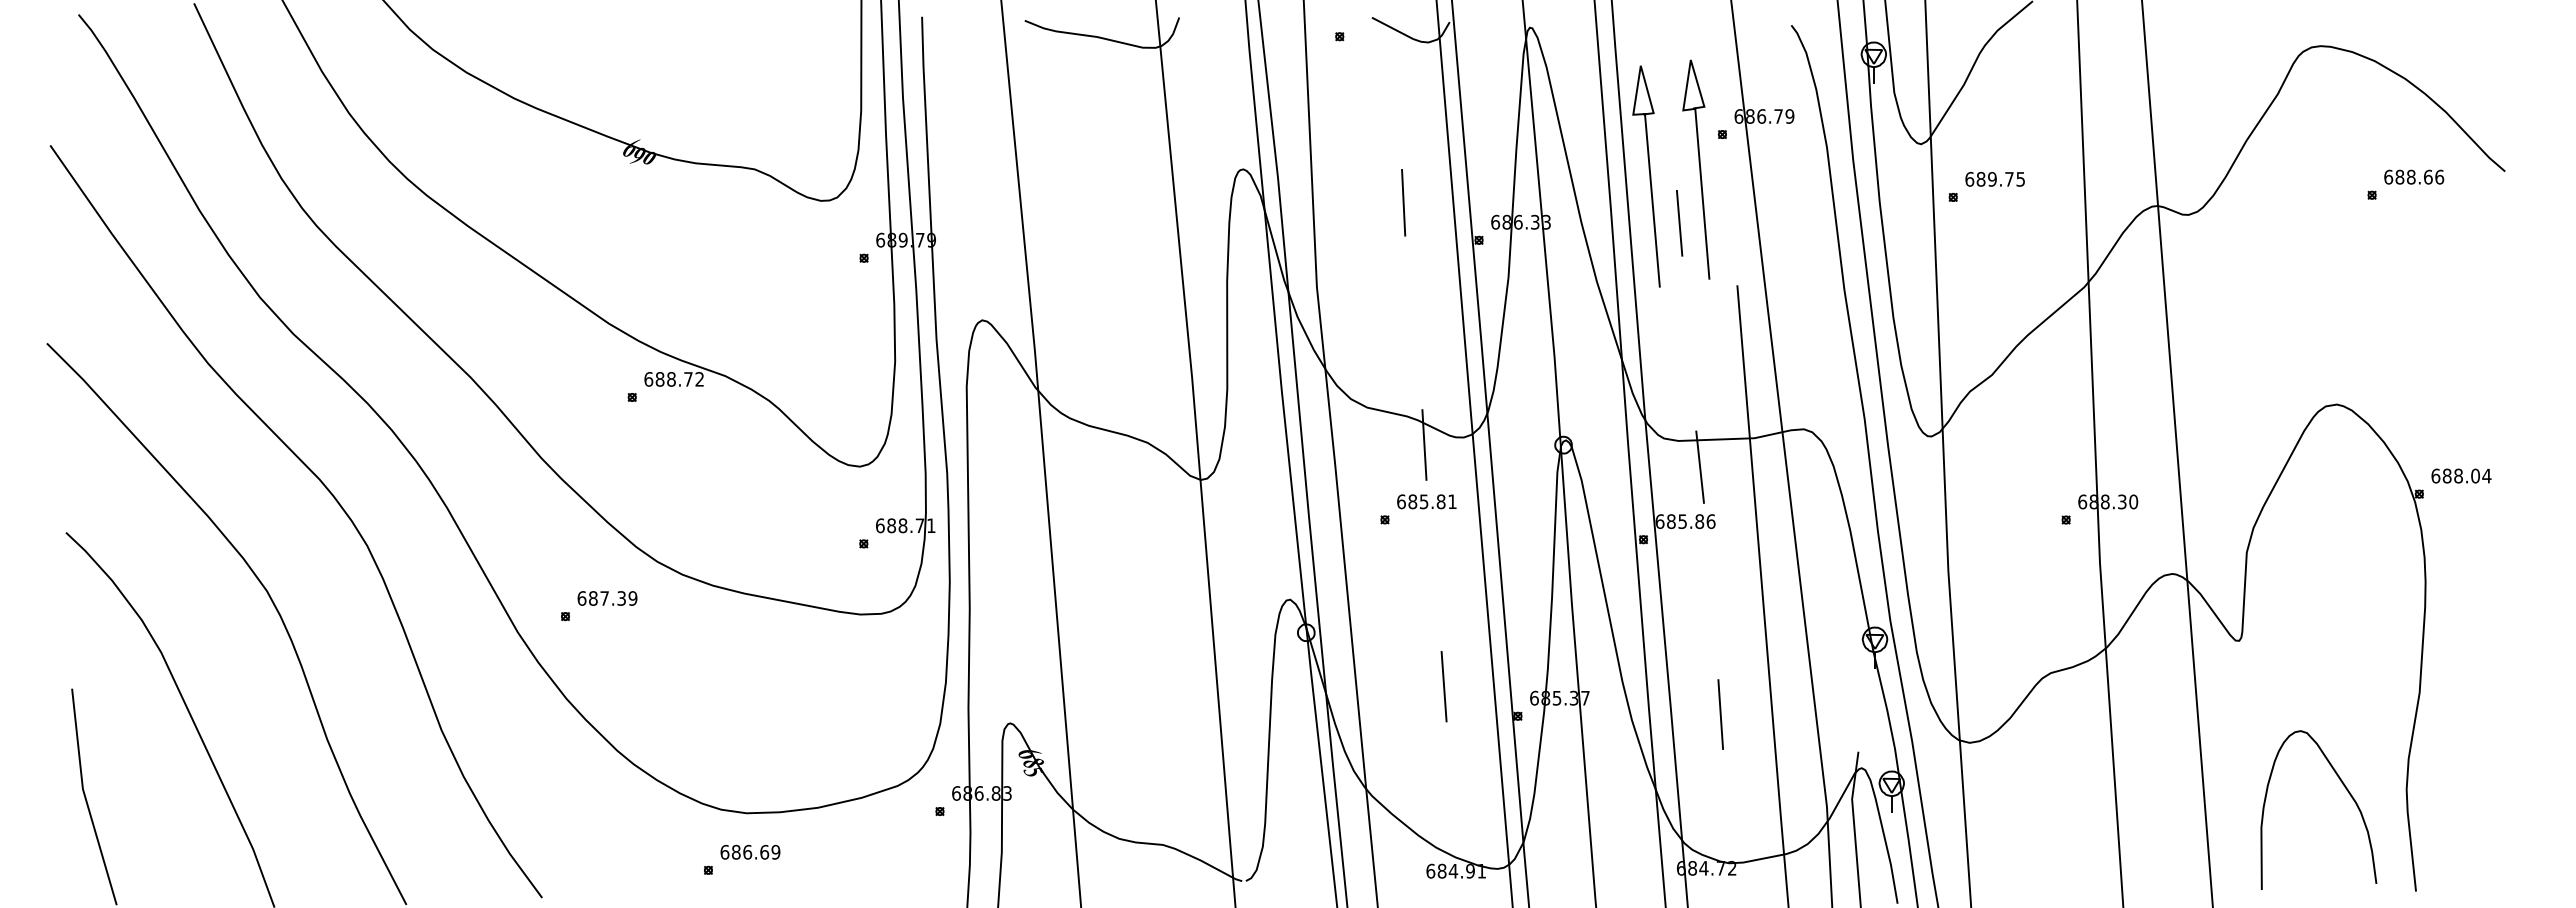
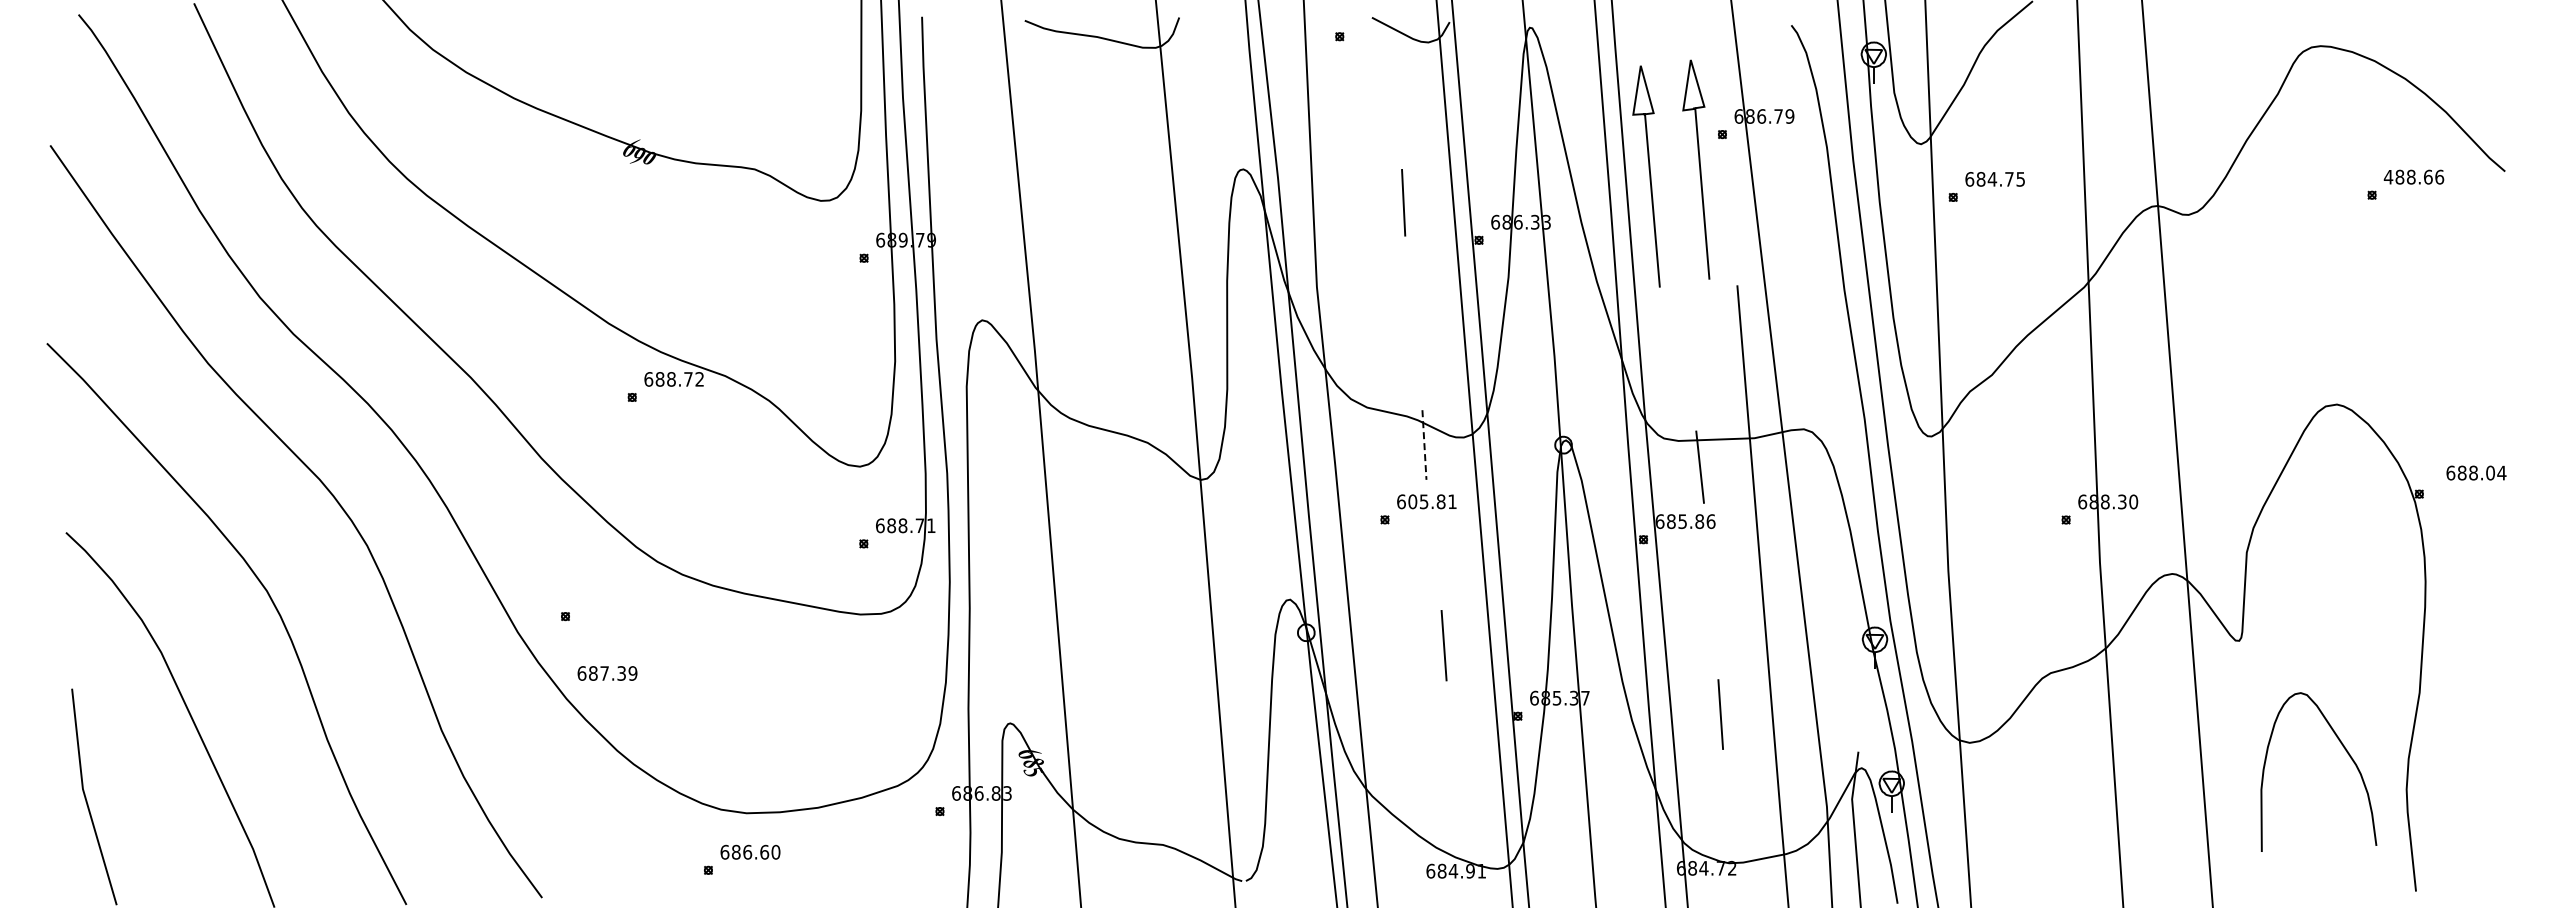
text at (2388, 176): 688.66 -> 488.66
text at (1992, 179): 689.75 -> 684.75
line at (1679, 222): present -> none
line at (1424, 445): solid -> dashed
text at (2461, 475) position: (2461, 475) -> (2476, 472)
text at (1412, 501): 685.81 -> 605.81
text at (607, 598) position: (607, 598) -> (607, 673)
line at (1443, 686) position: (1443, 686) -> (1443, 645)
curve at (2346, 790) position: (2346, 790) -> (2346, 752)
text at (775, 852): 686.69 -> 686.60
